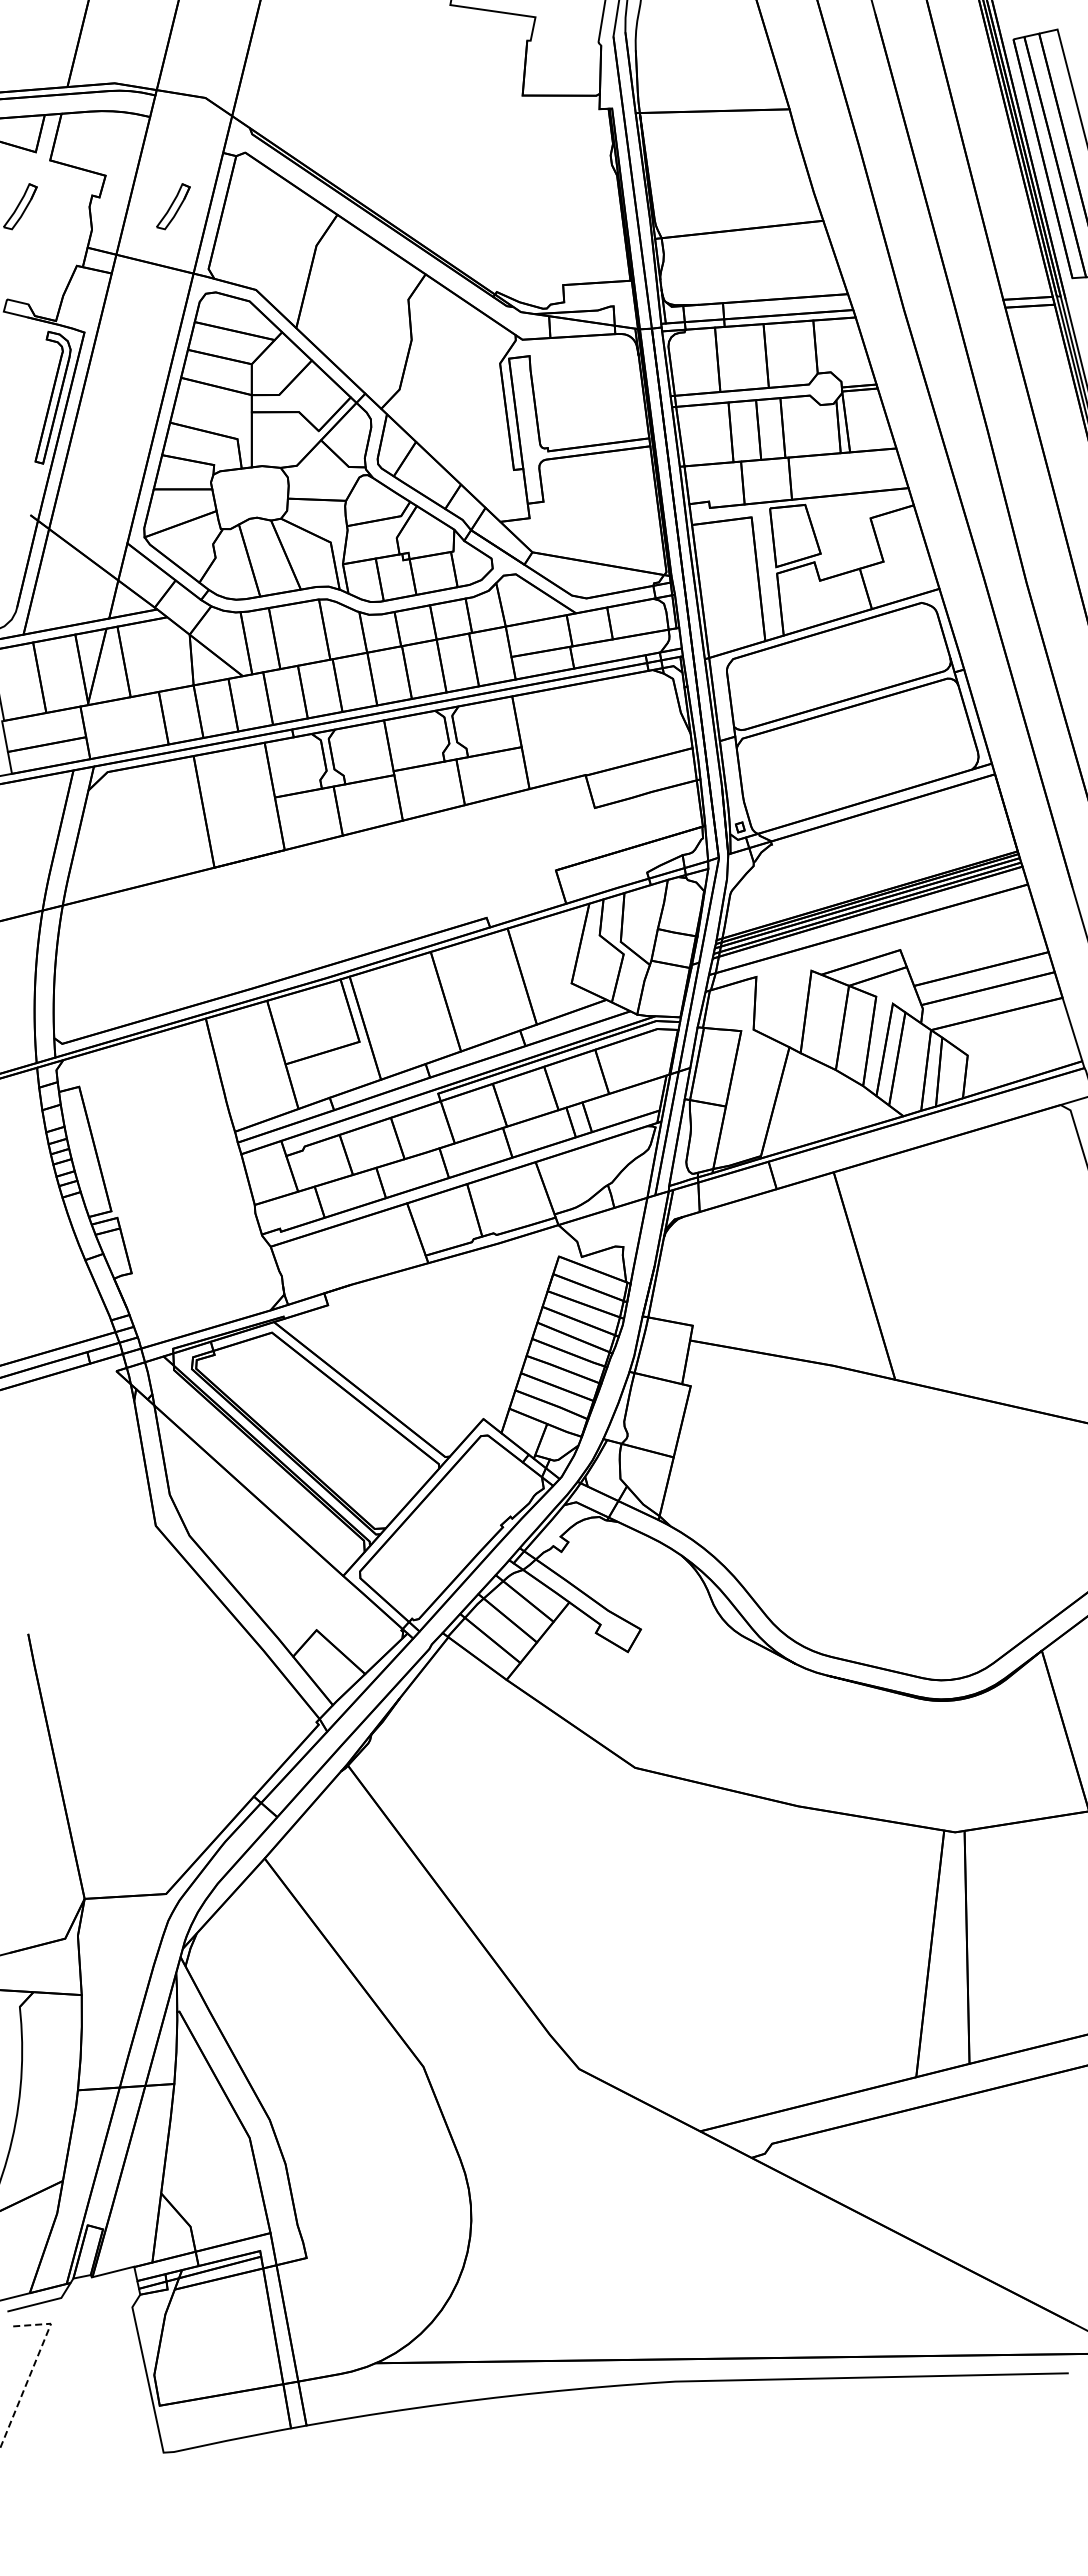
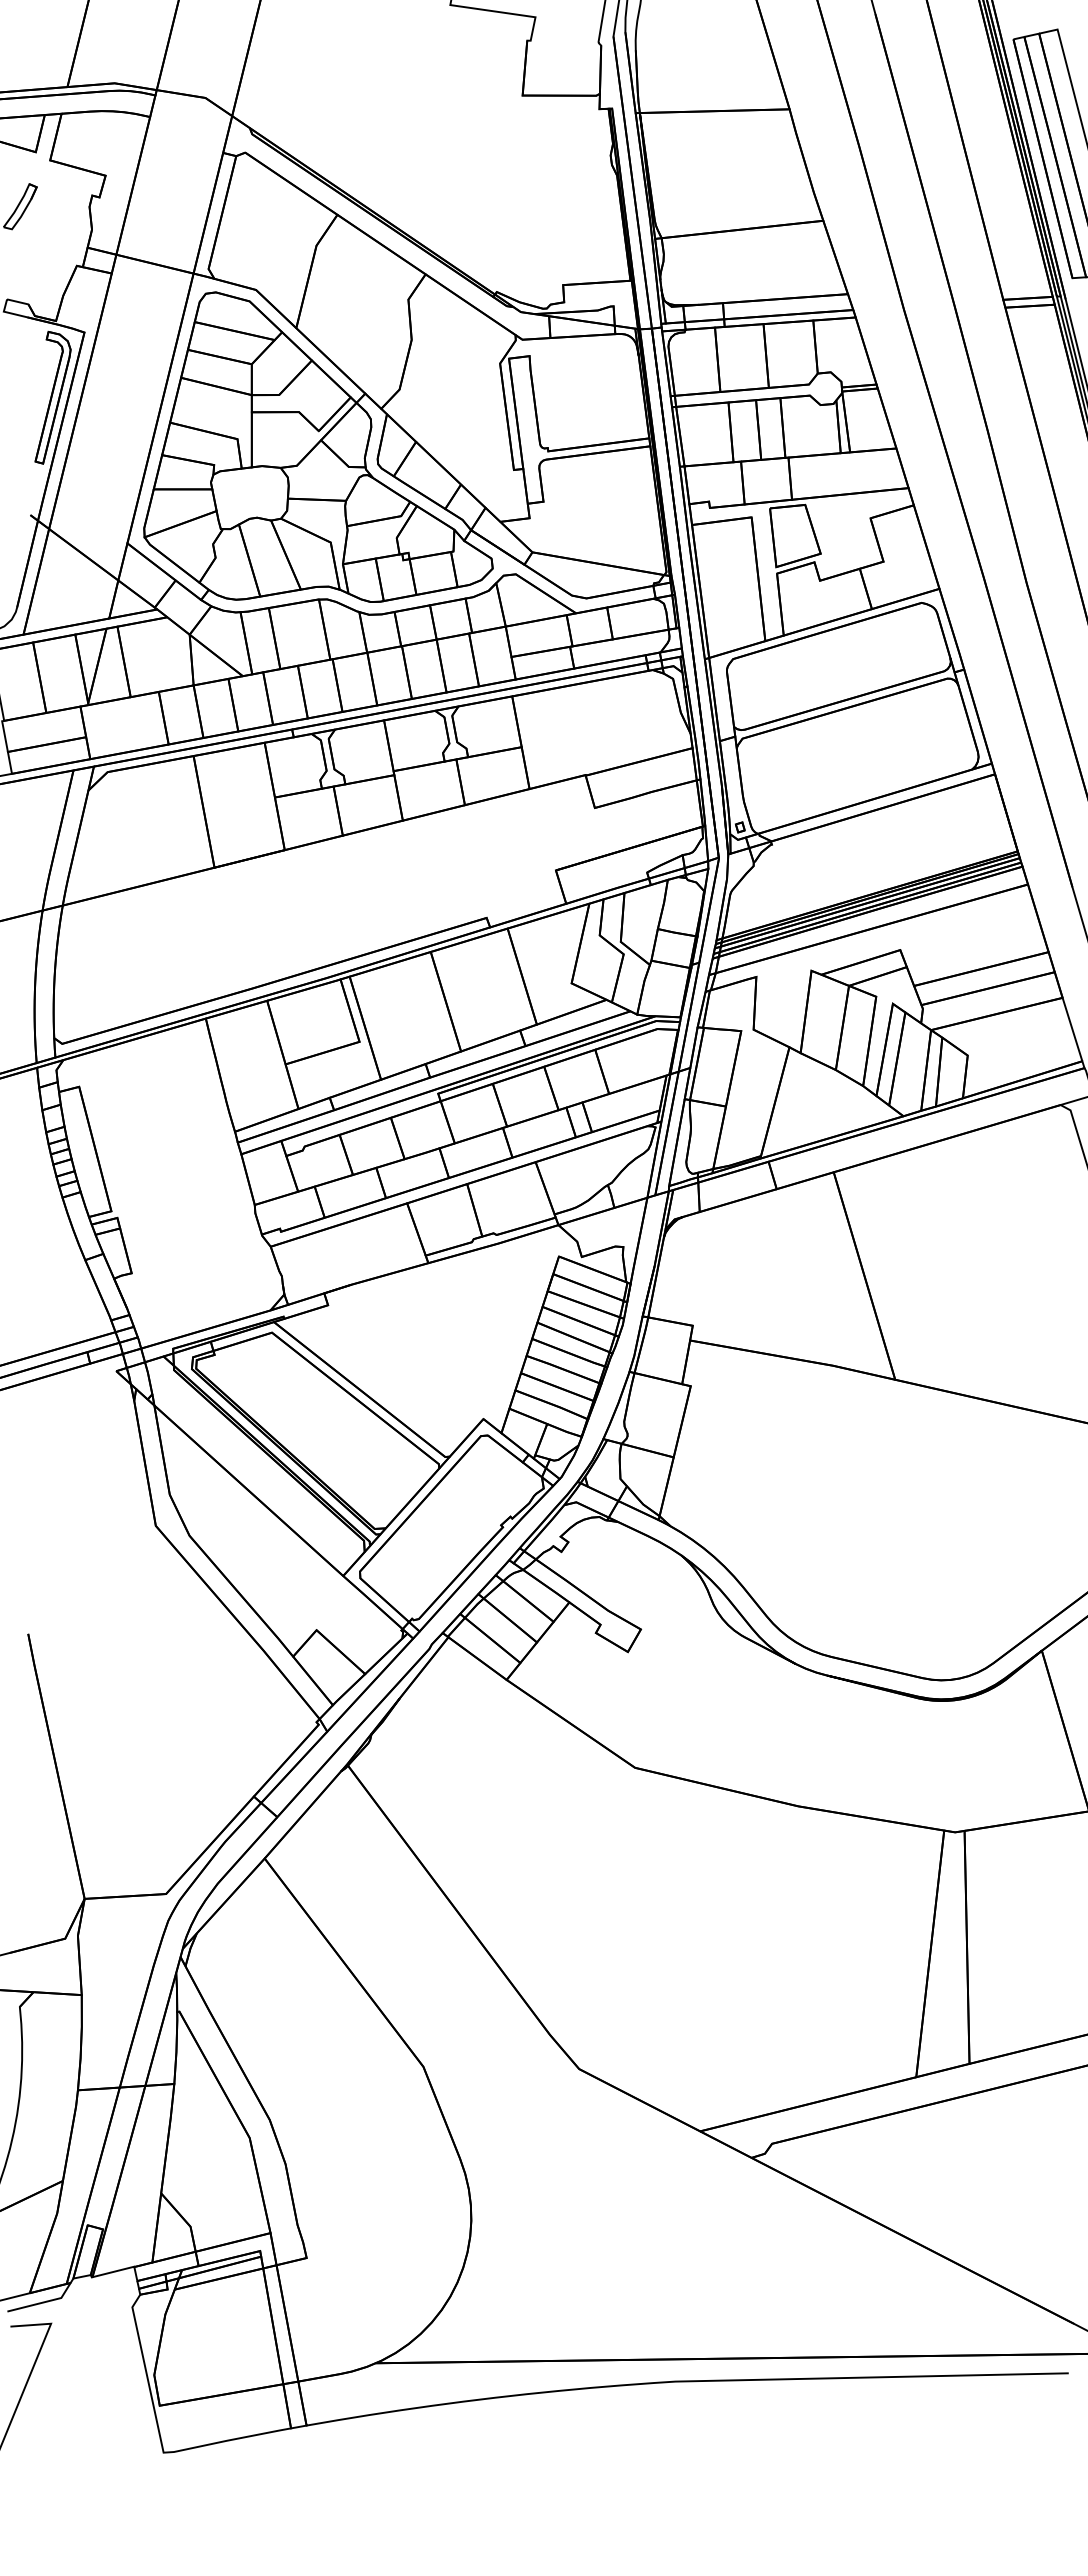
part at (173, 206): present -> none
line at (33, 2366): dashed -> solid
